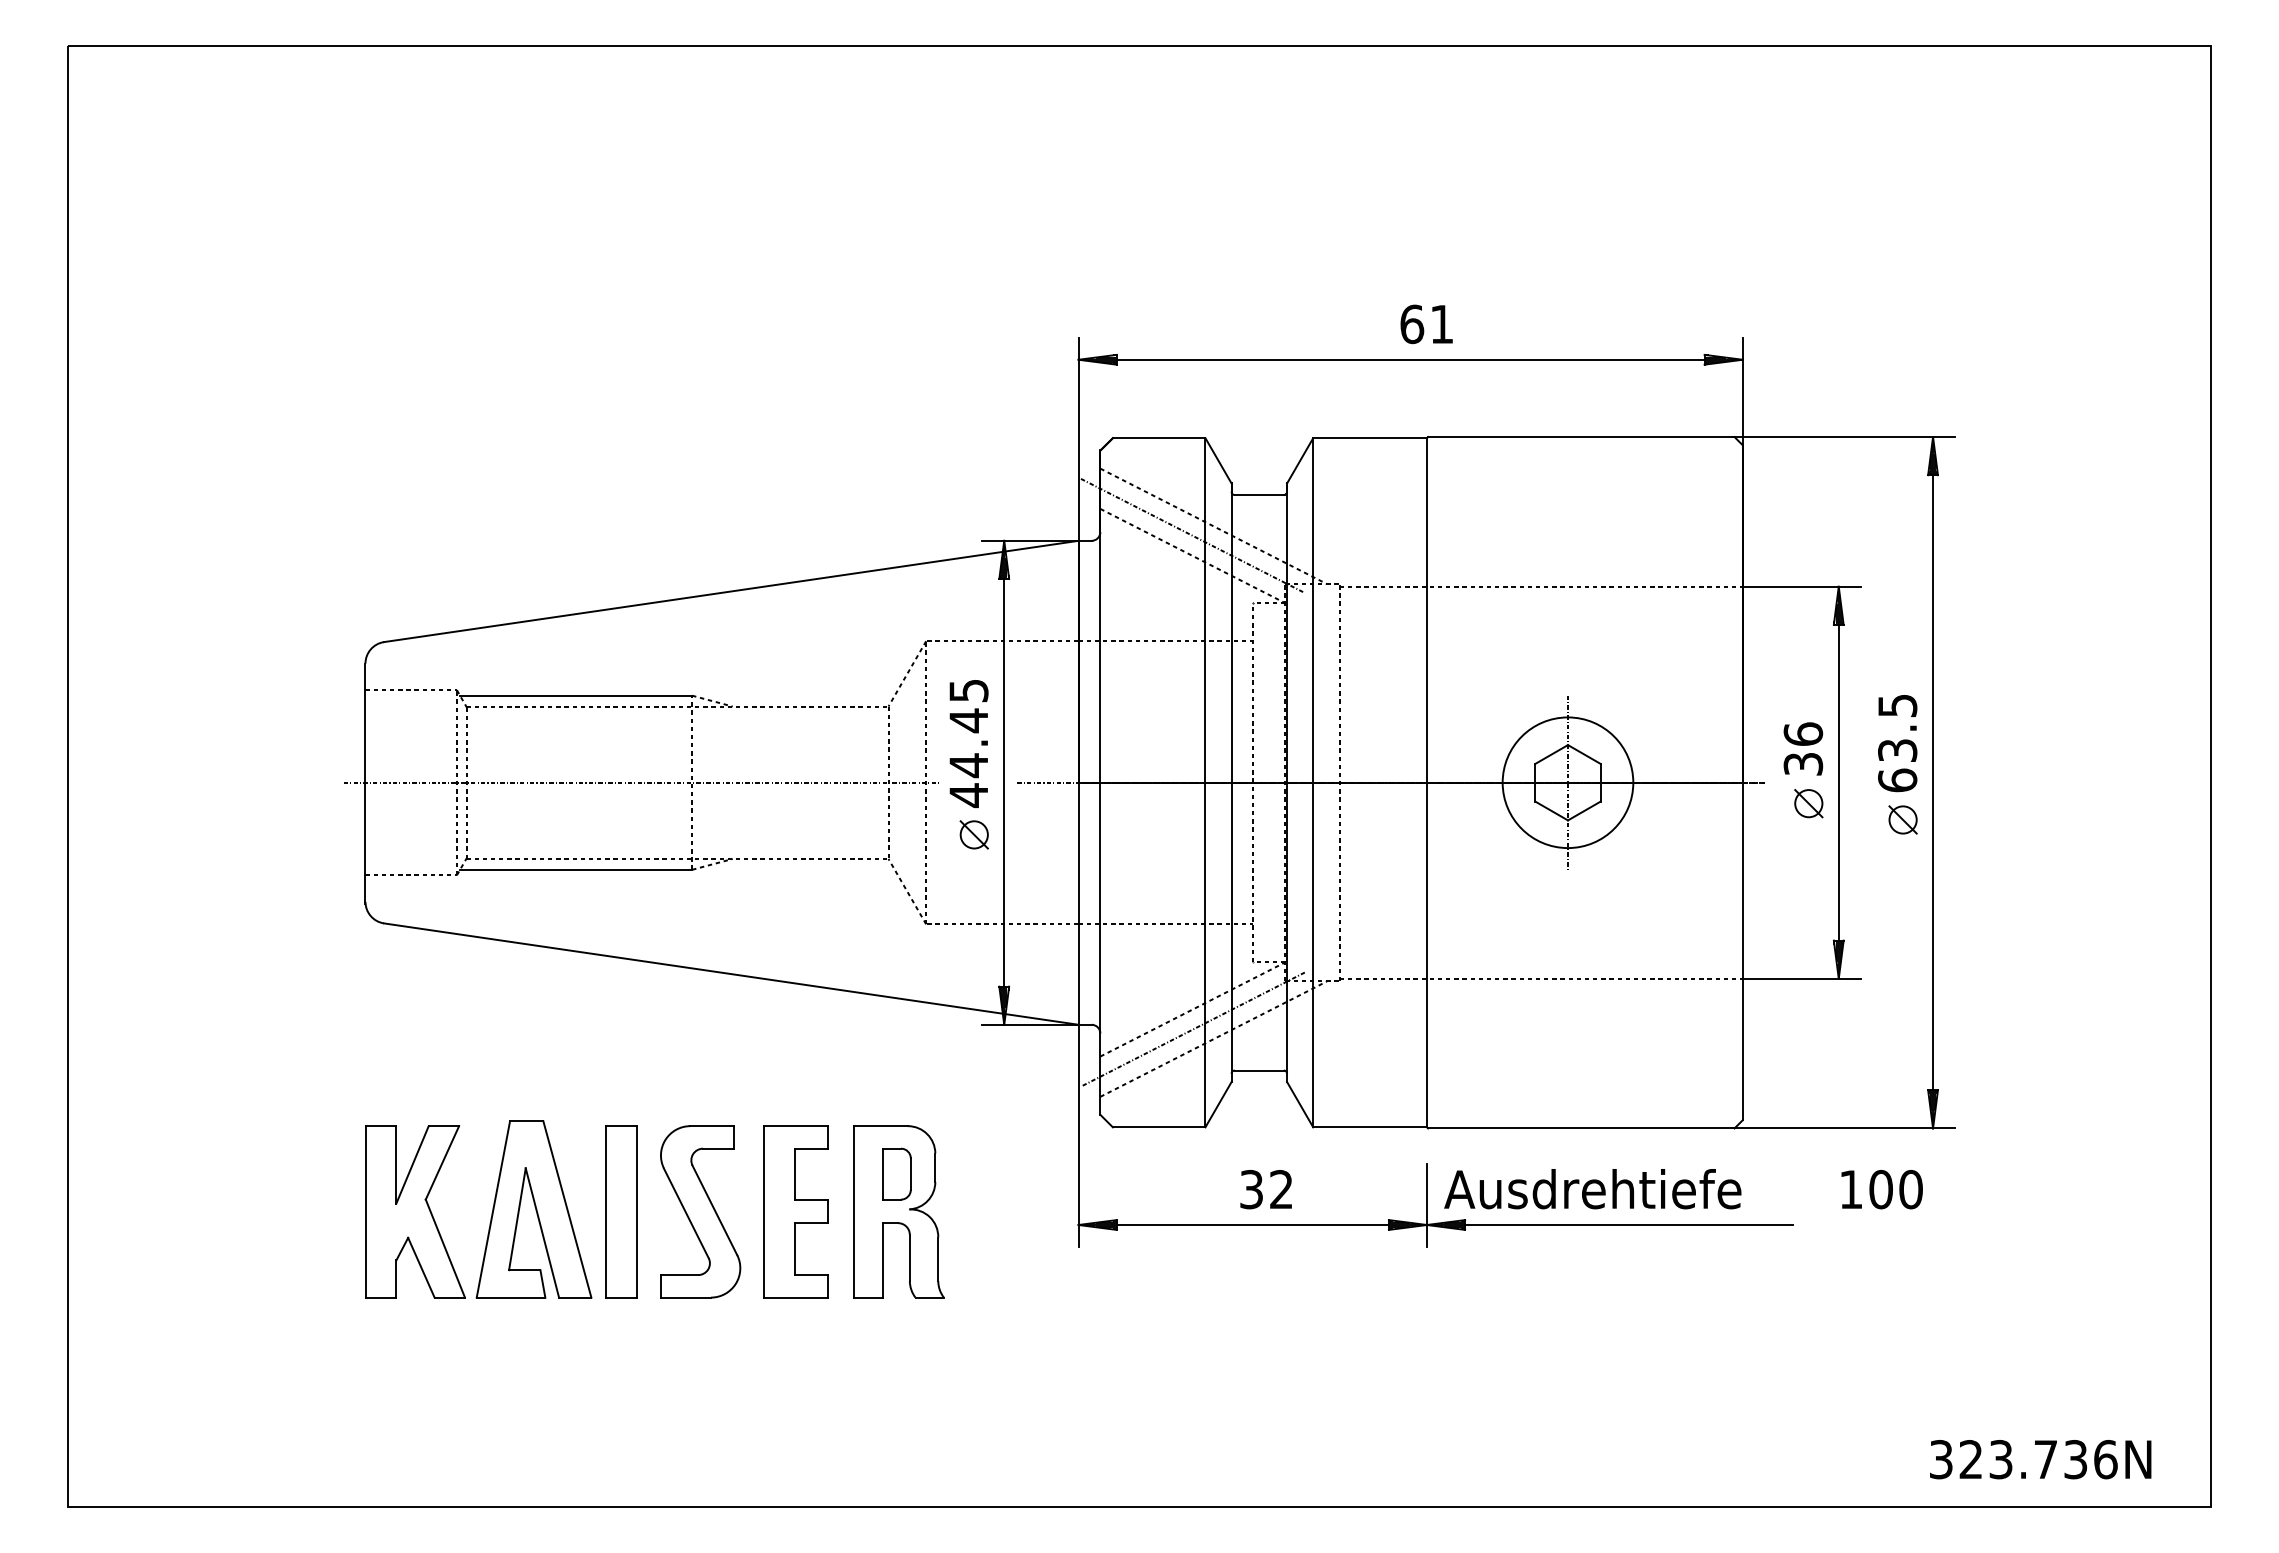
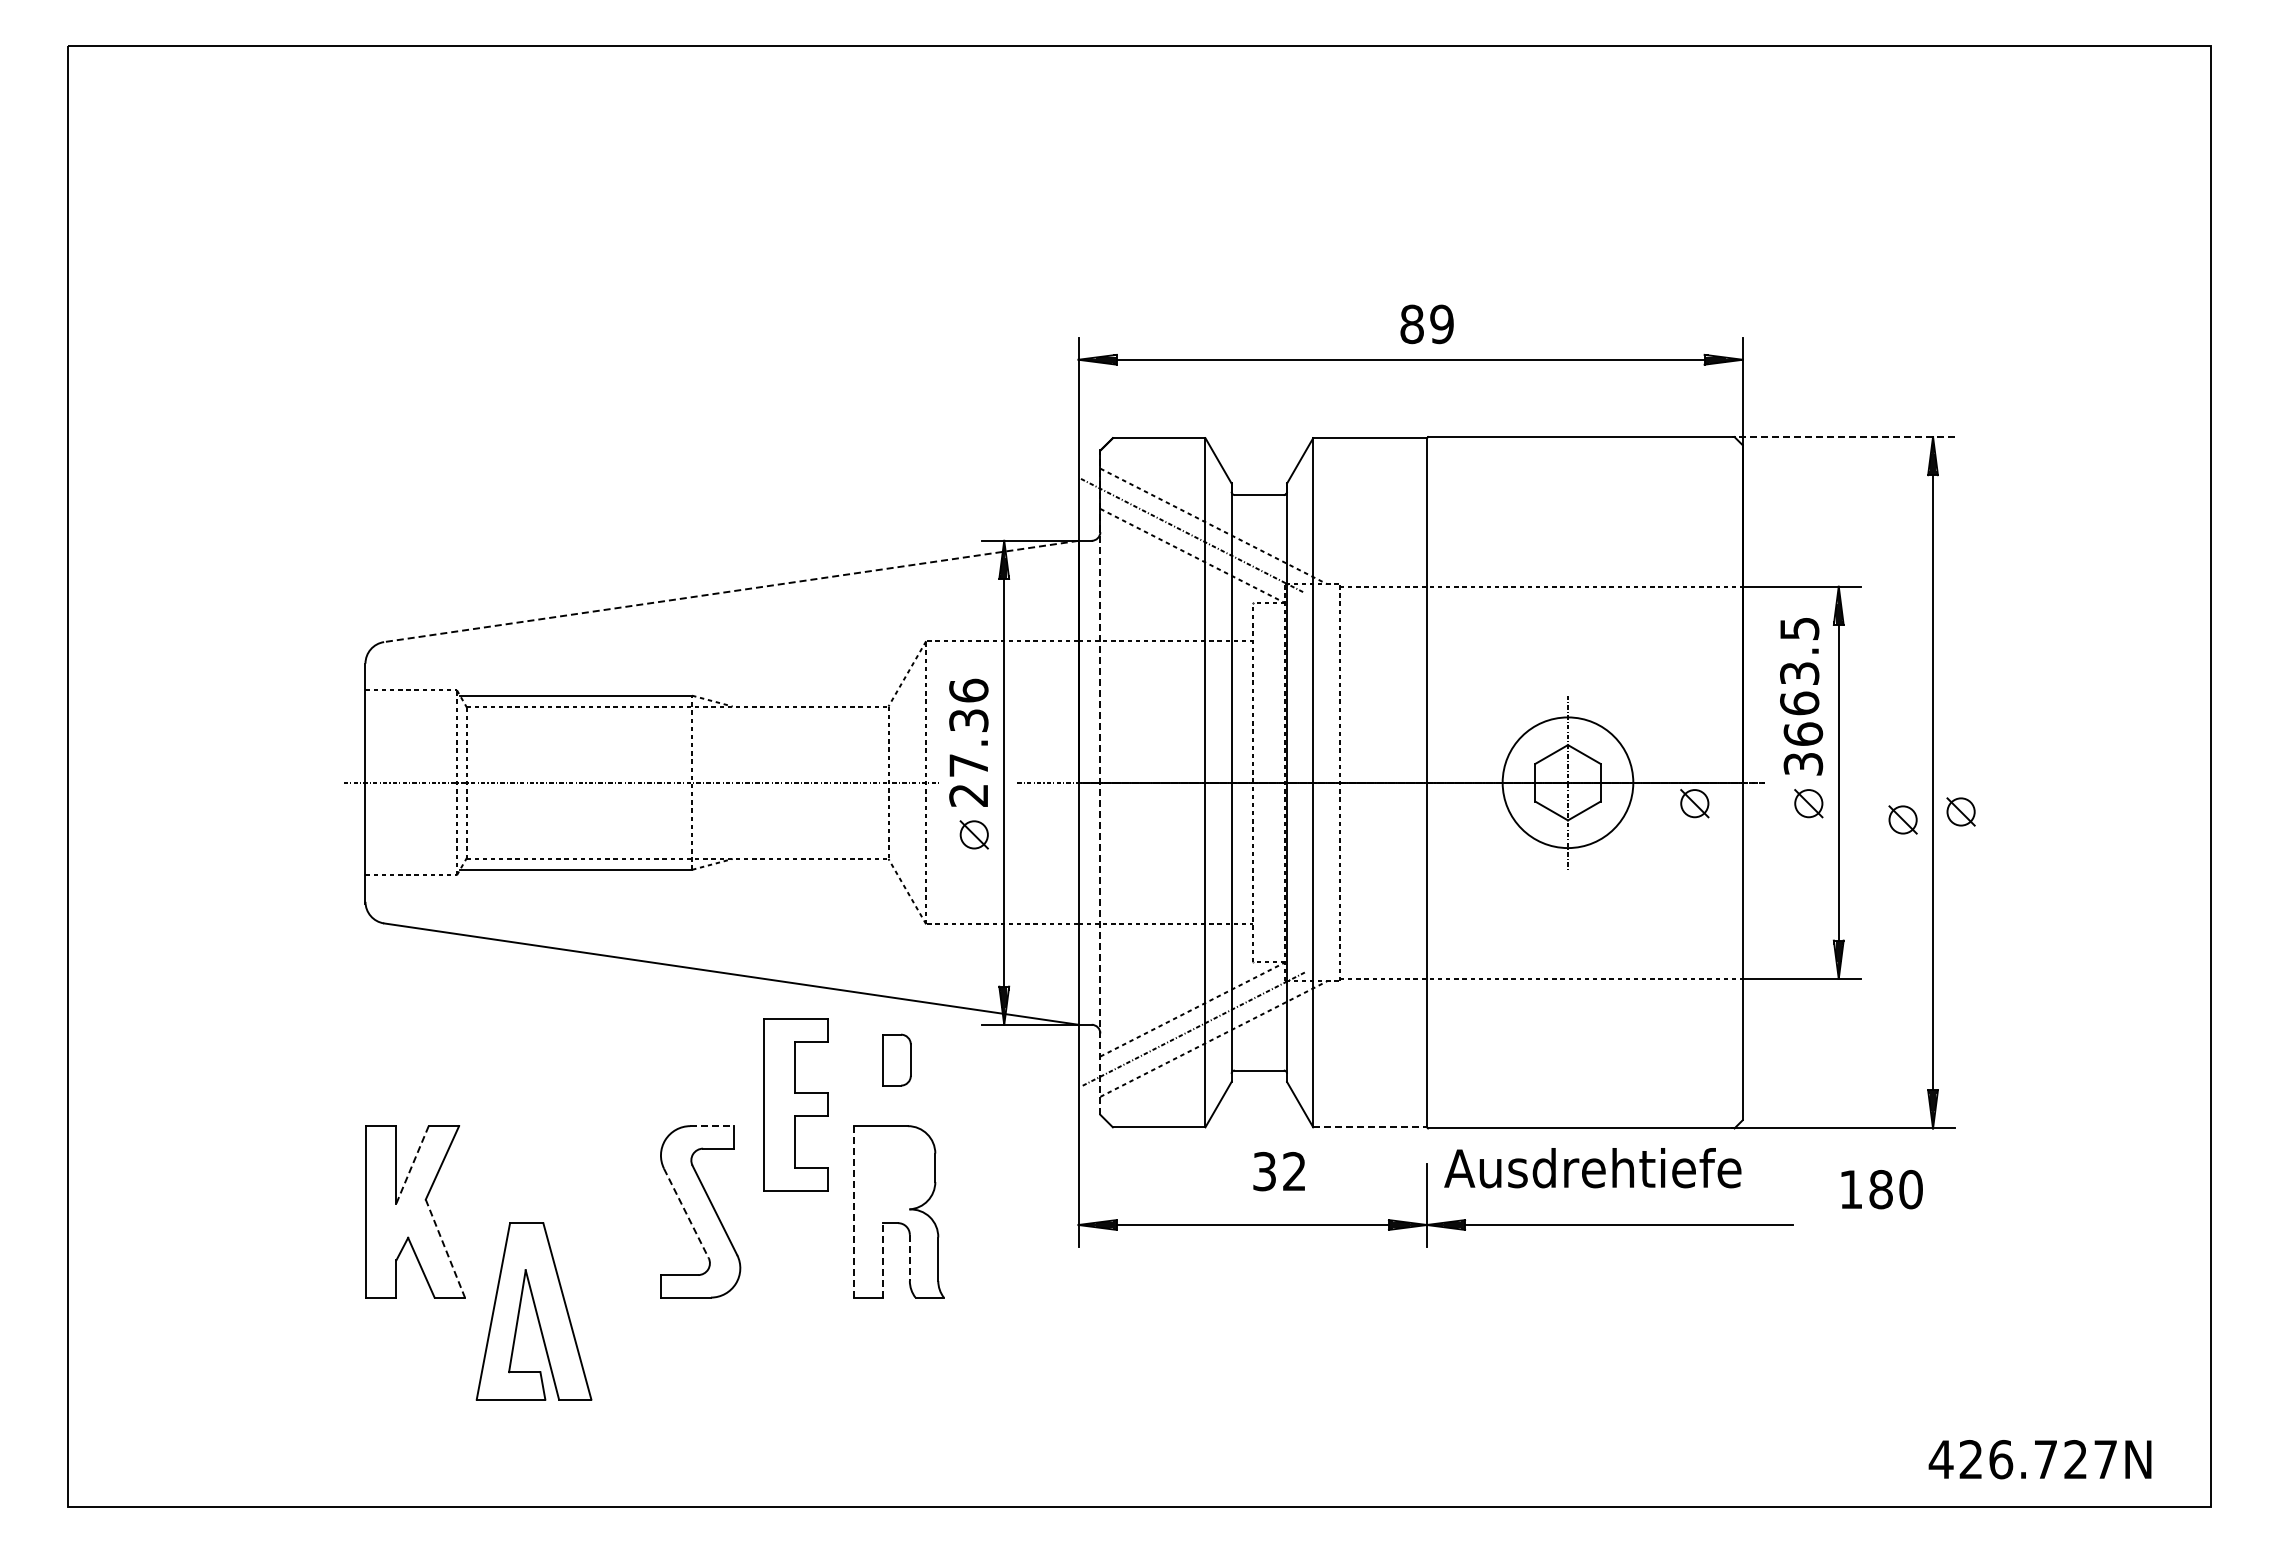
text at (1426, 324): 61 -> 89
line at (1842, 437): solid -> dashed
line at (731, 591): solid -> dashed
text at (968, 743): 44.45 -> 27.36
text at (1897, 743) position: (1897, 743) -> (1799, 666)
line at (1100, 782): solid -> dashed
part at (1694, 803): none -> present
part at (1960, 811): none -> present
line at (712, 1126): solid -> dashed
line at (1370, 1127): solid -> dashed
line at (412, 1164): solid -> dashed
part at (896, 1173) position: (896, 1173) -> (896, 1059)
text at (1265, 1189) position: (1265, 1189) -> (1278, 1171)
text at (1592, 1189) position: (1592, 1189) -> (1592, 1168)
text at (1880, 1189): 100 -> 180
part at (533, 1209) position: (533, 1209) -> (533, 1311)
part at (621, 1211): present -> none
part at (795, 1211) position: (795, 1211) -> (795, 1104)
line at (854, 1211): solid -> dashed
line at (686, 1213): solid -> dashed
line at (445, 1248): solid -> dashed
line at (909, 1258): solid -> dashed
line at (883, 1259): solid -> dashed
text at (2022, 1459): 323.736N -> 426.727N
